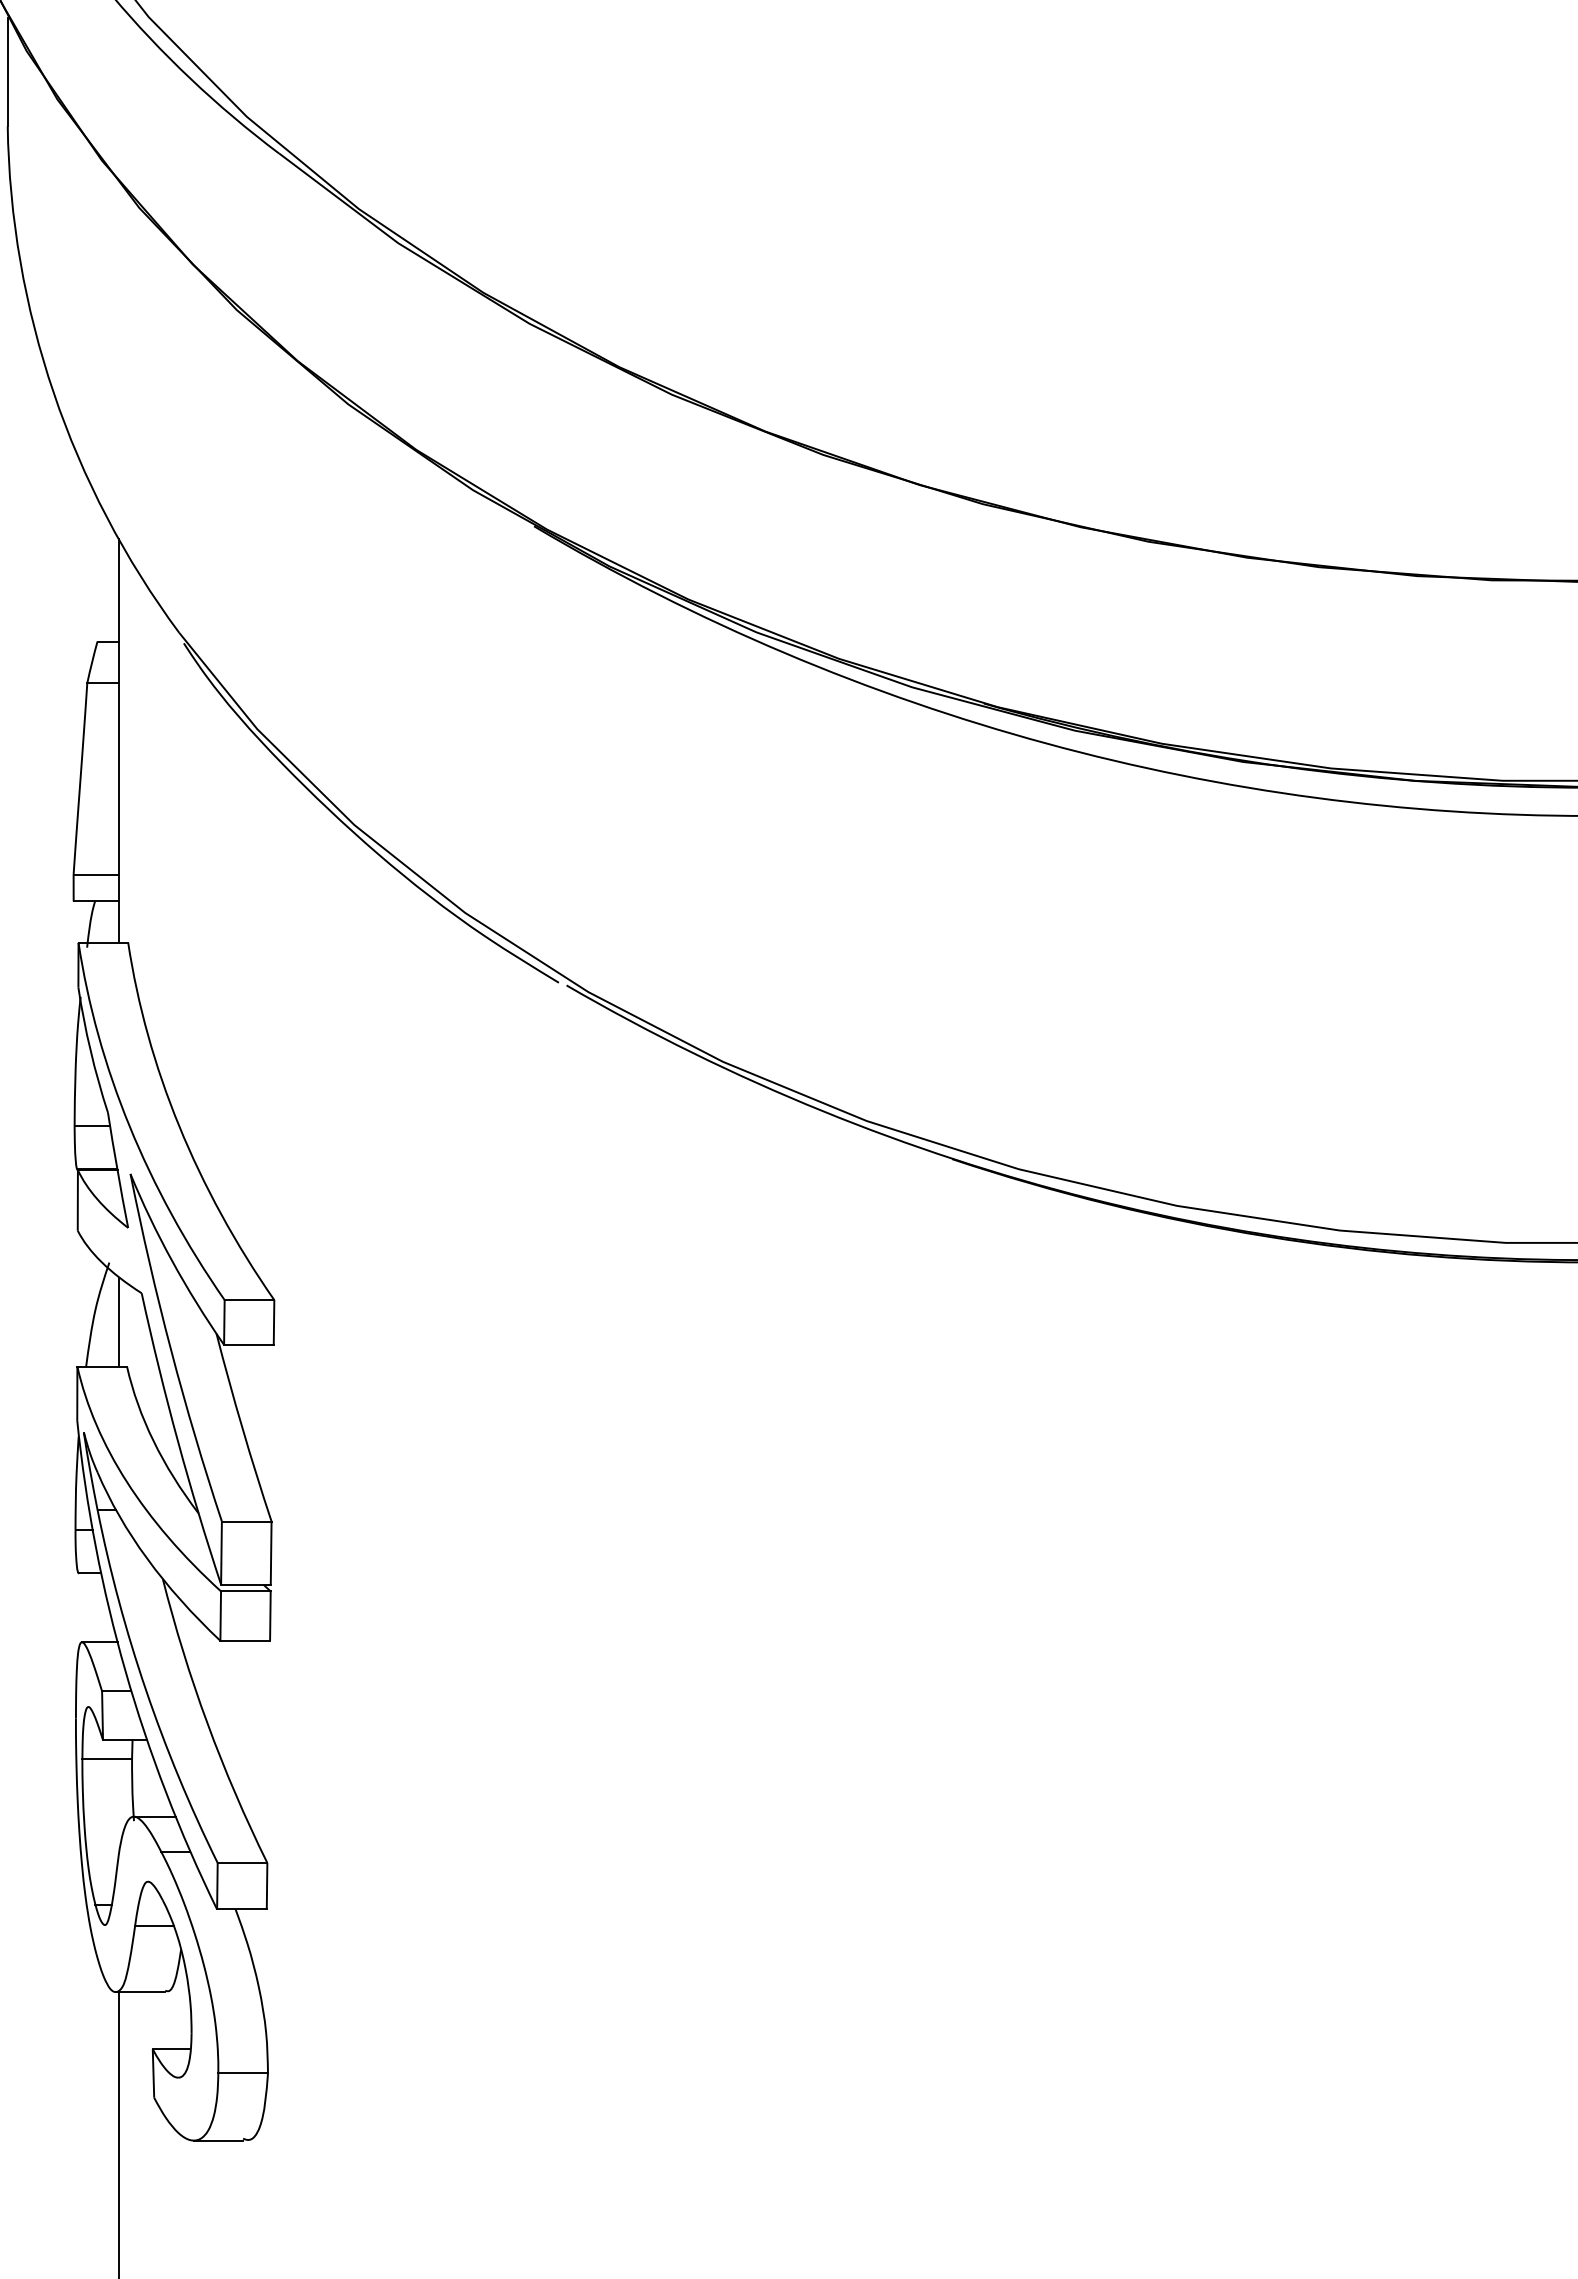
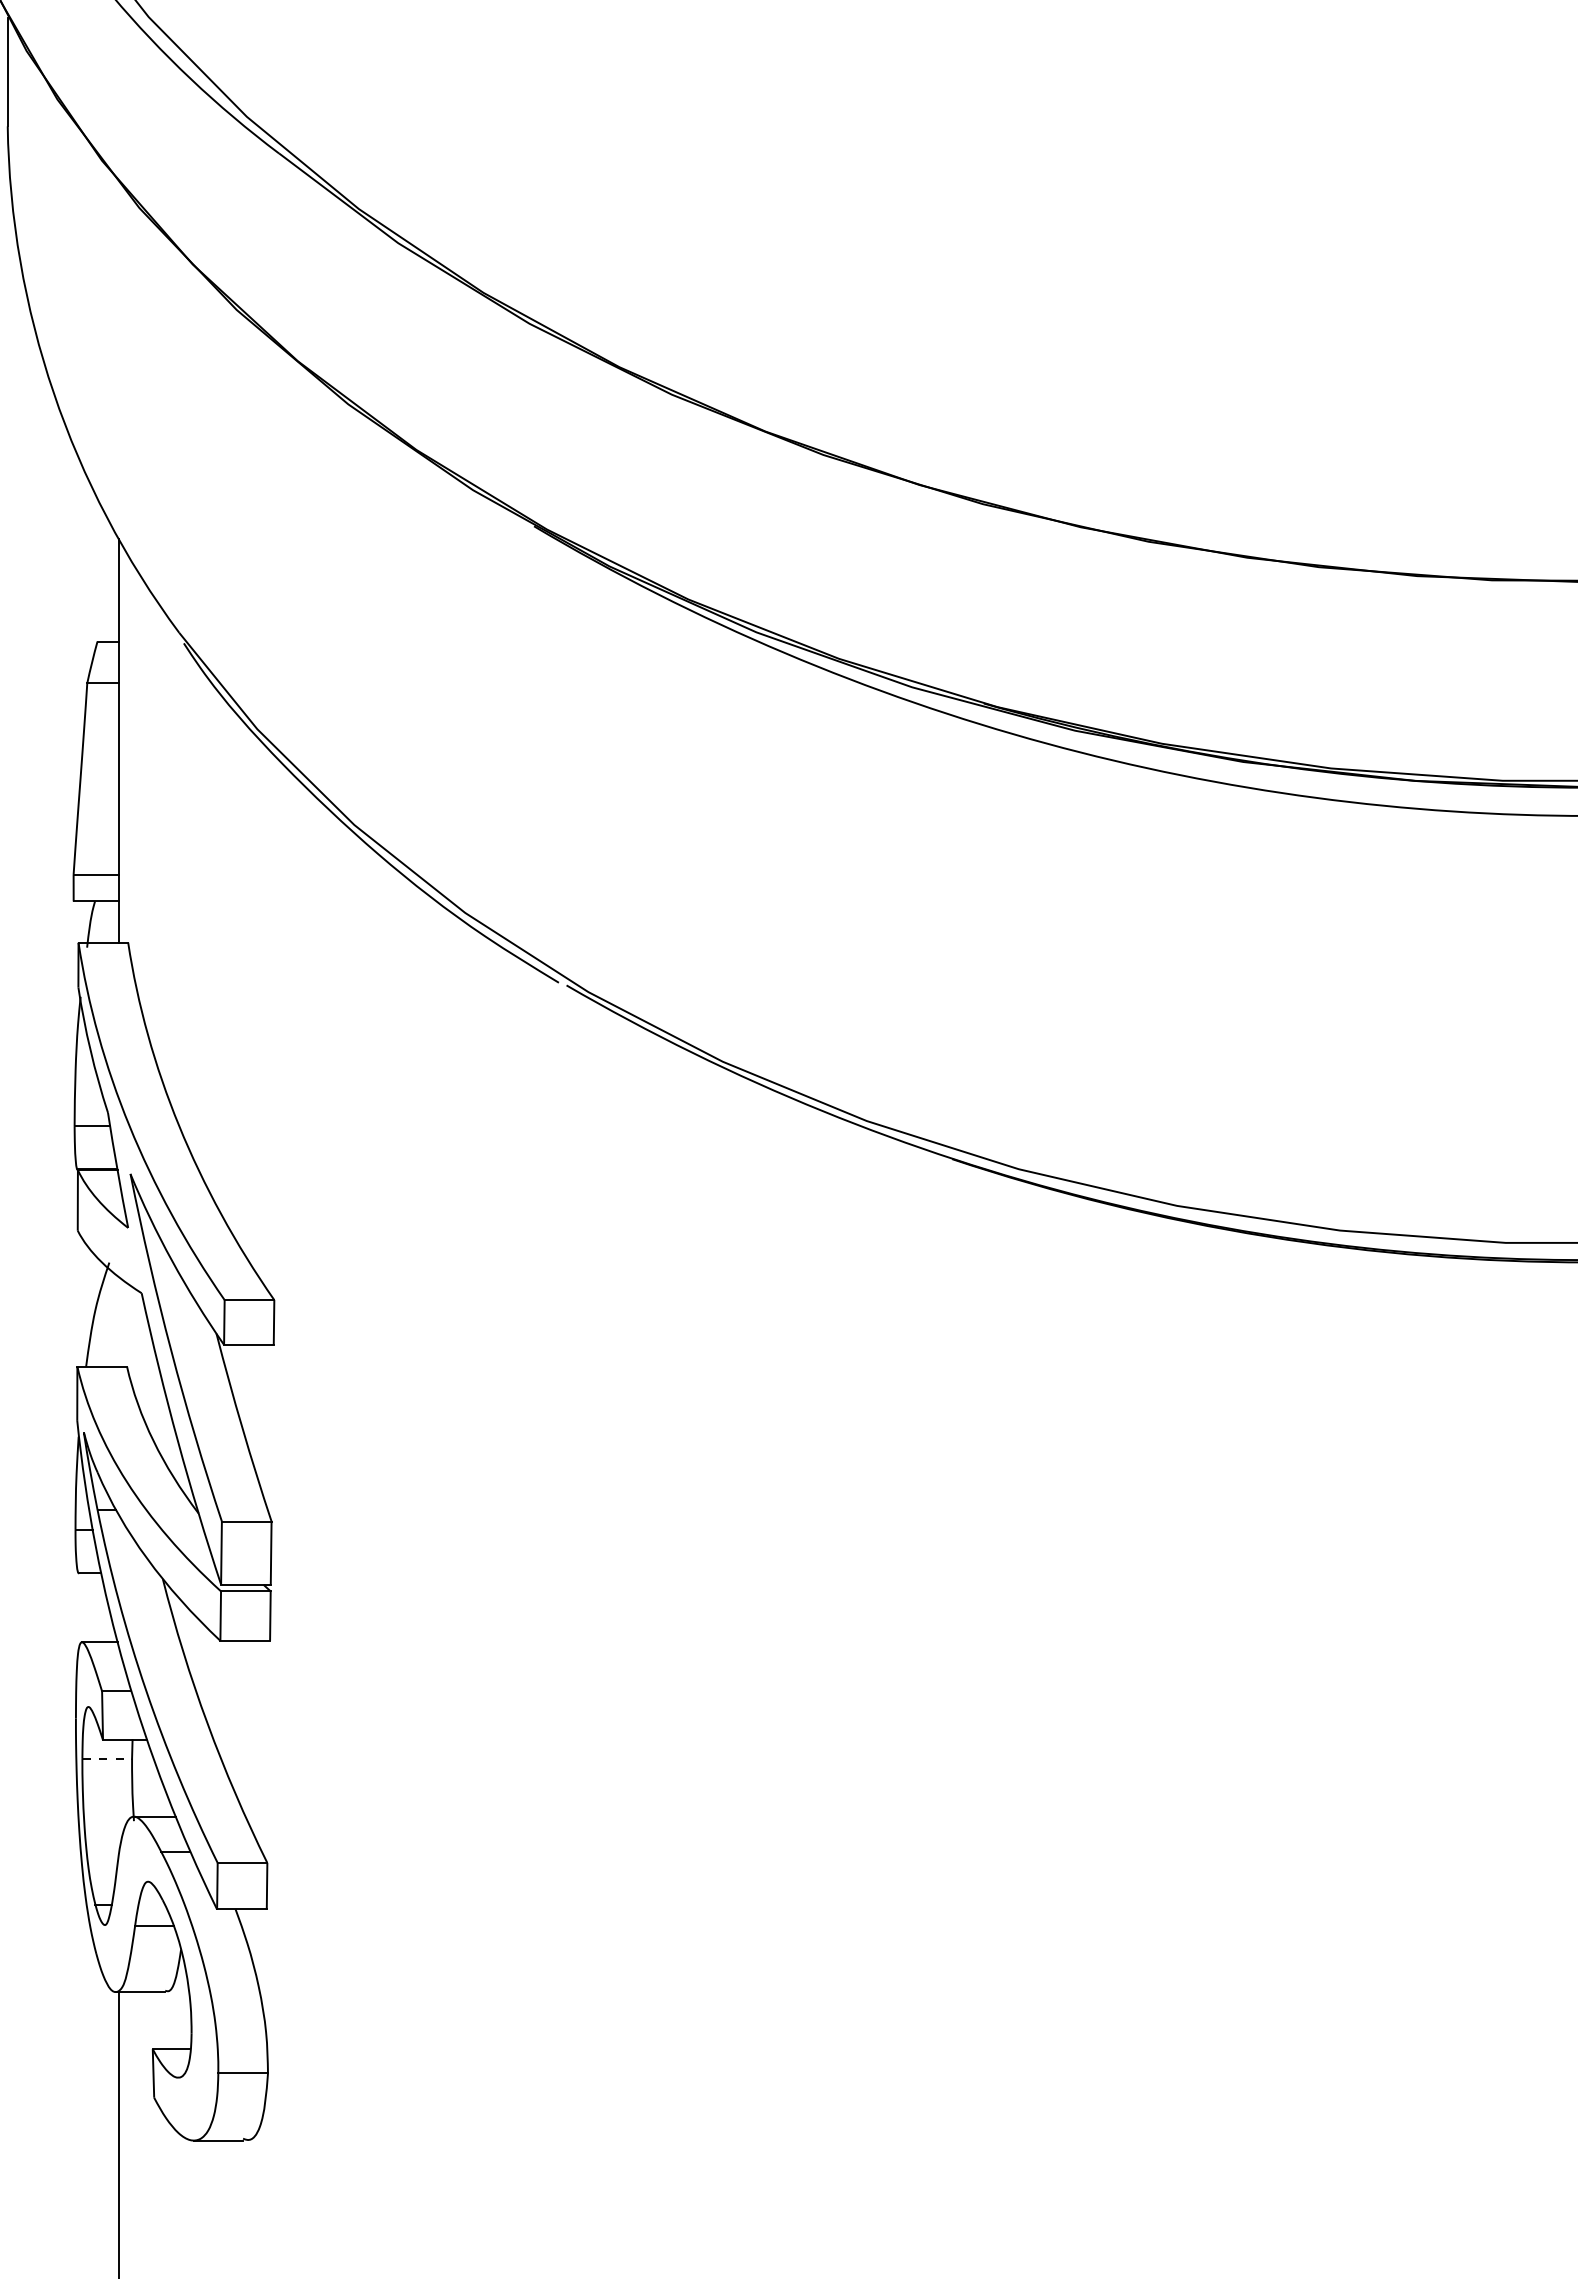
line at (119, 1321): present -> none
line at (107, 1758): solid -> dashed
